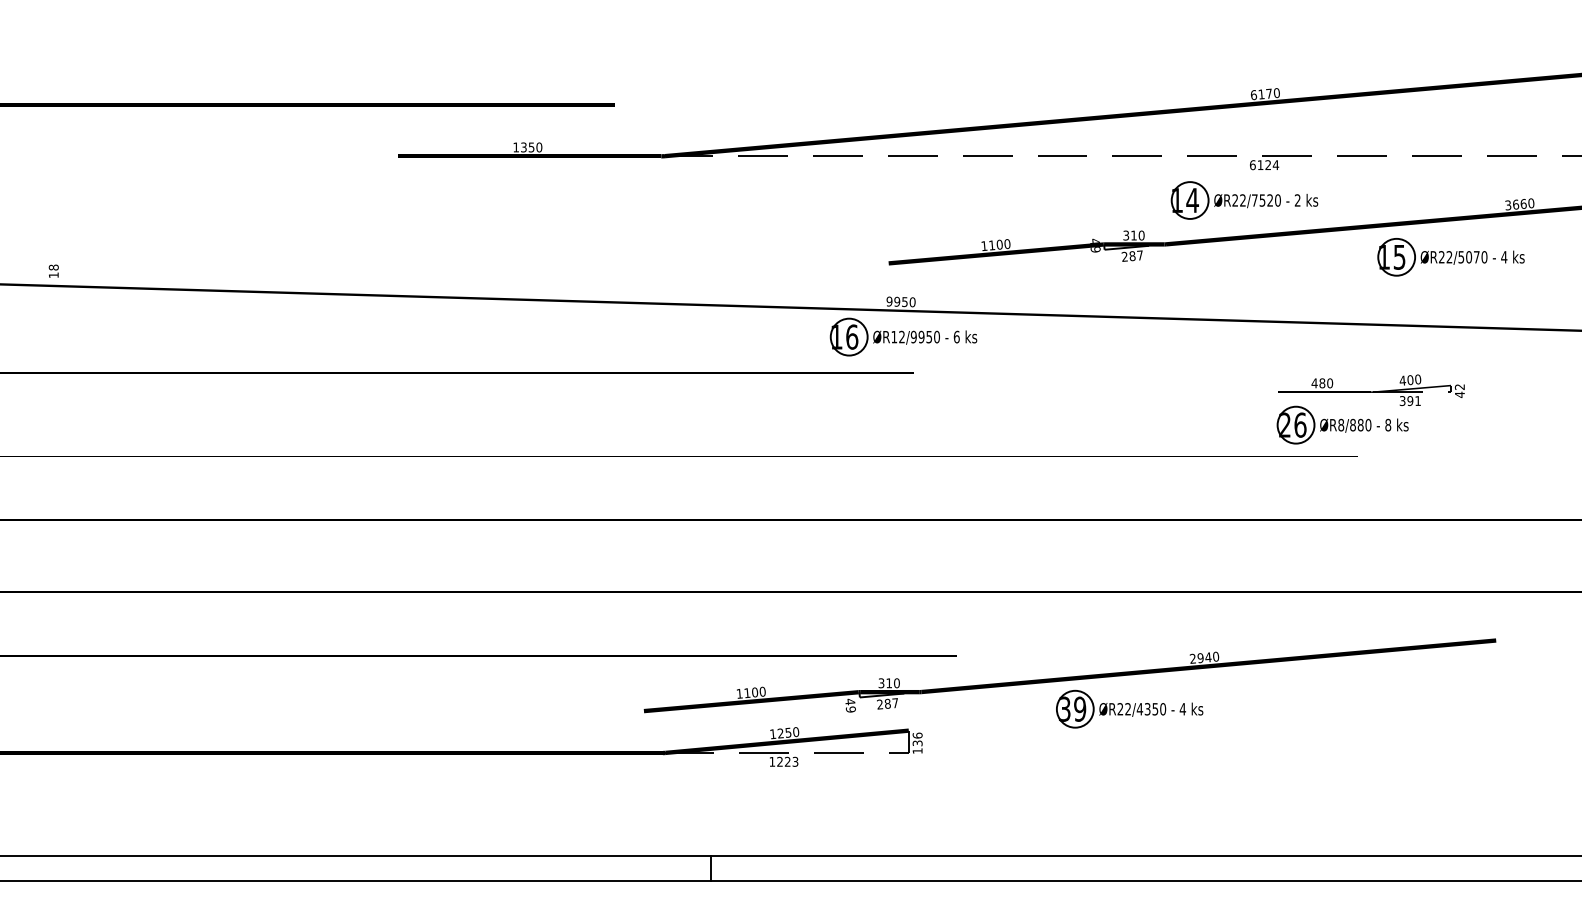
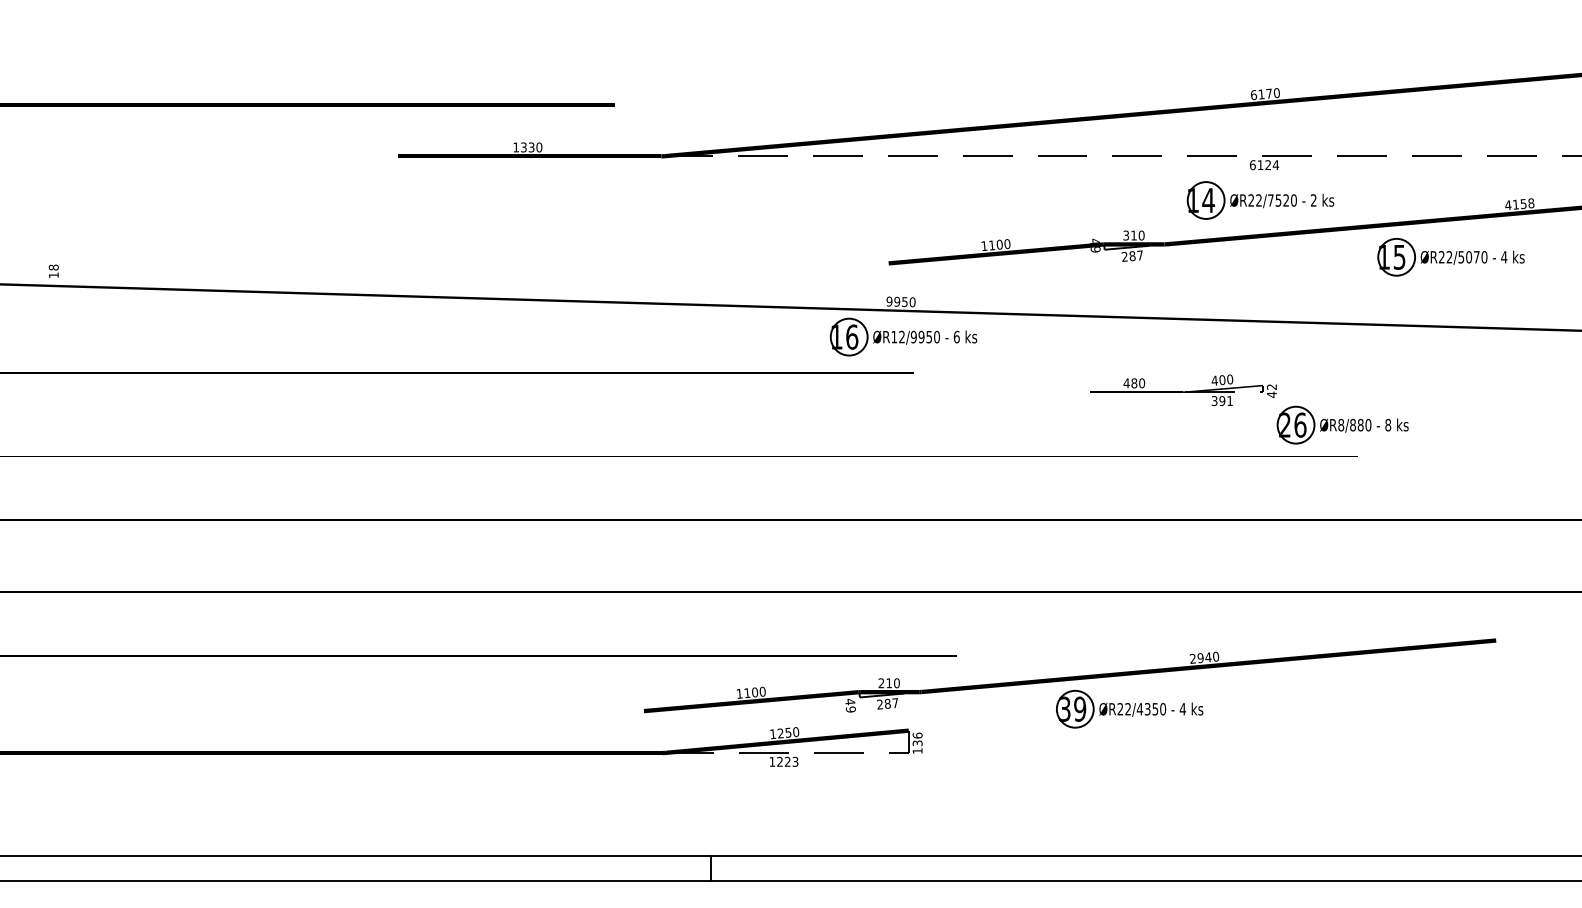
text at (531, 146): 1350 -> 1330
part at (1244, 200) position: (1244, 200) -> (1260, 200)
text at (1519, 204): 3660 -> 4158
part at (1371, 390) position: (1371, 390) -> (1183, 390)
text at (881, 683): 310 -> 210
